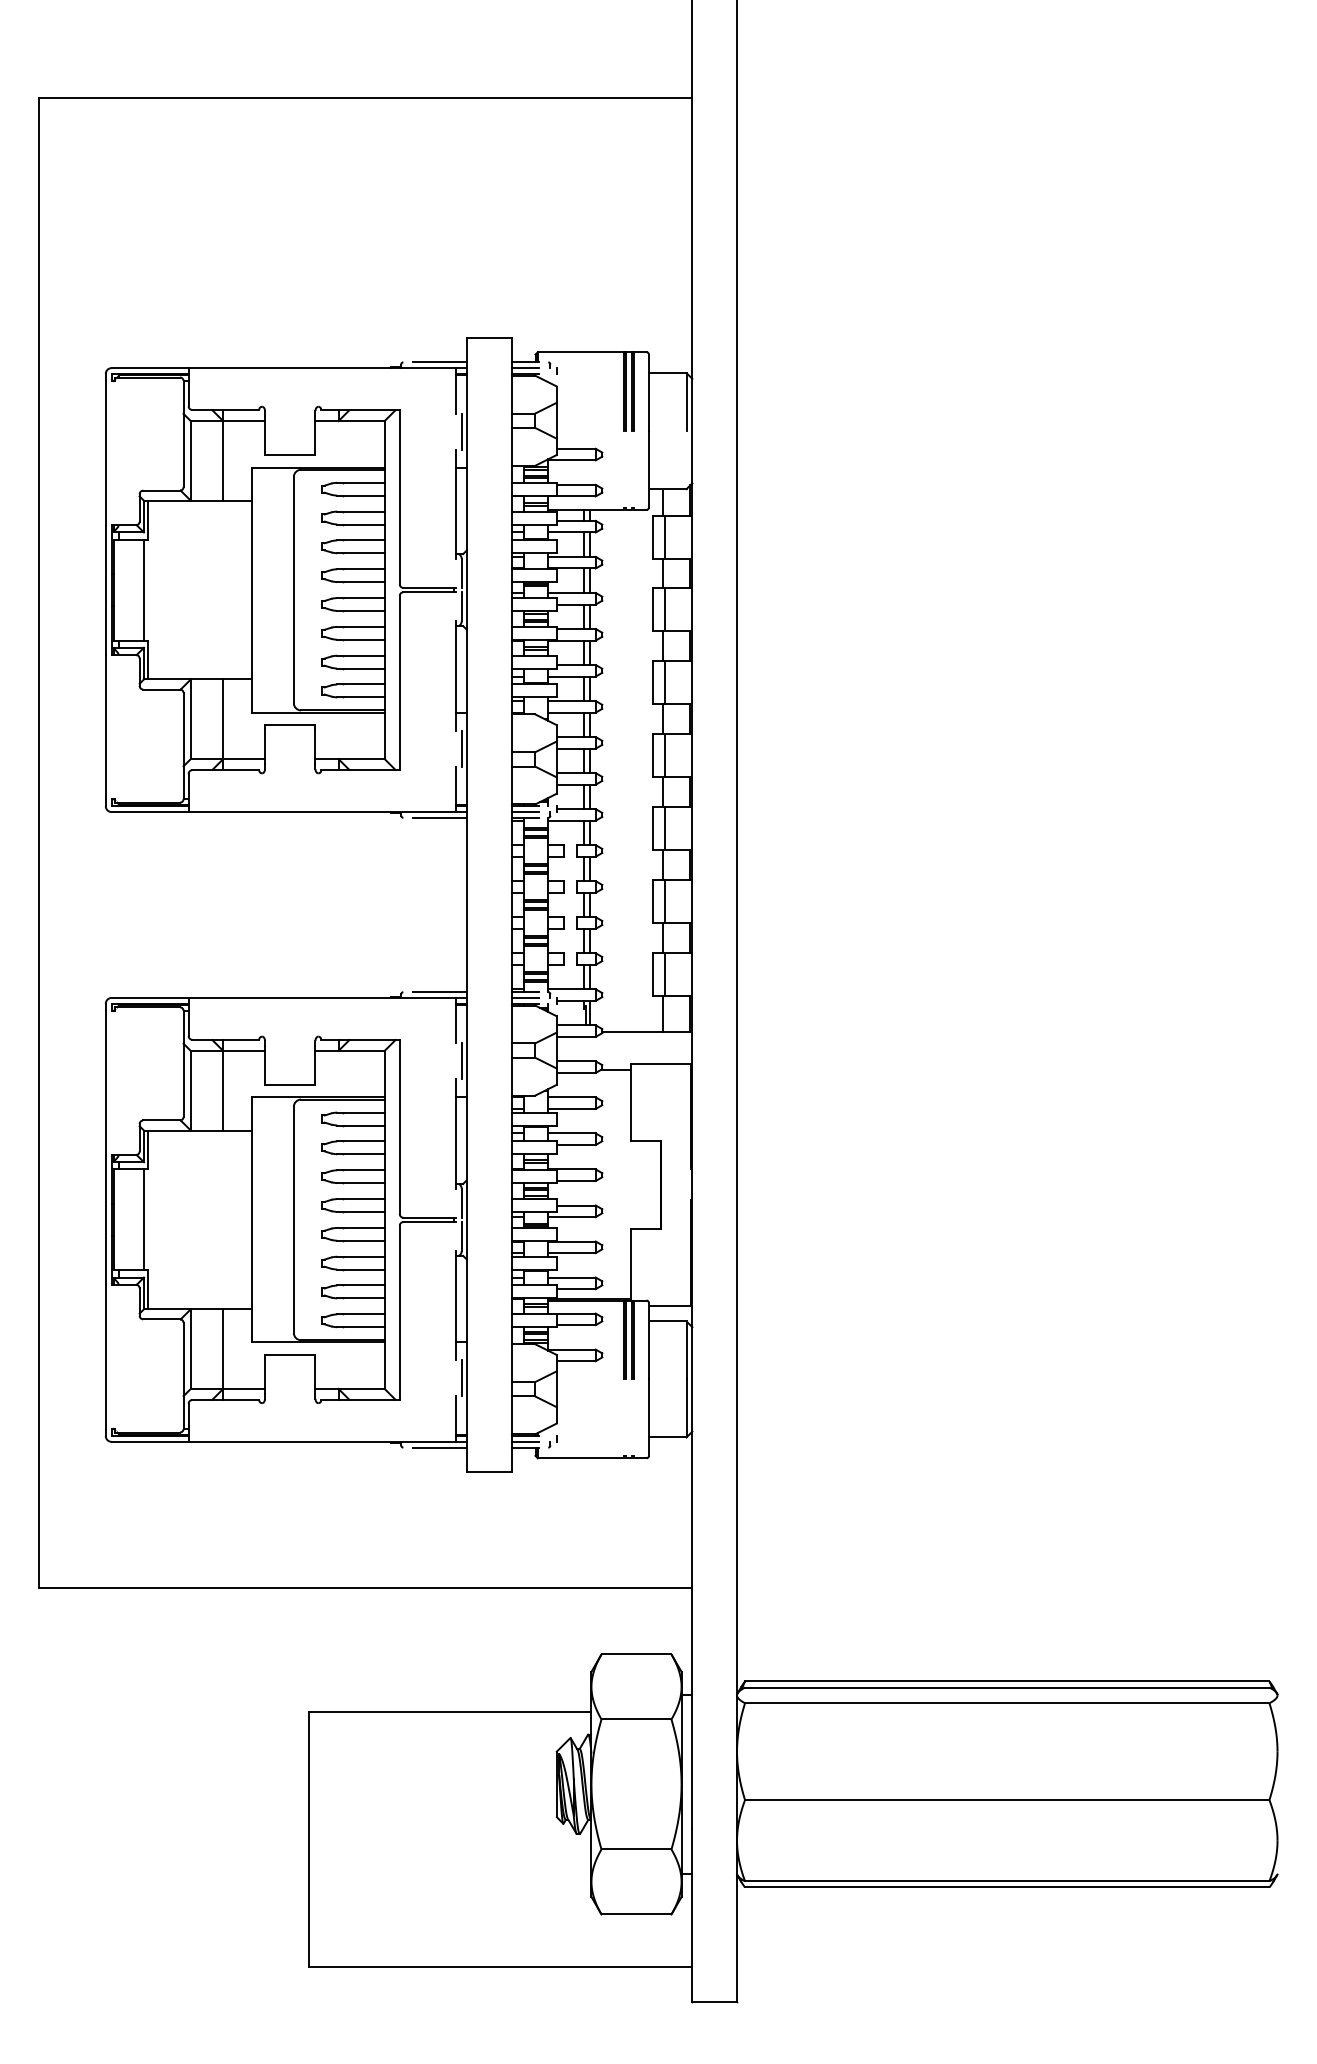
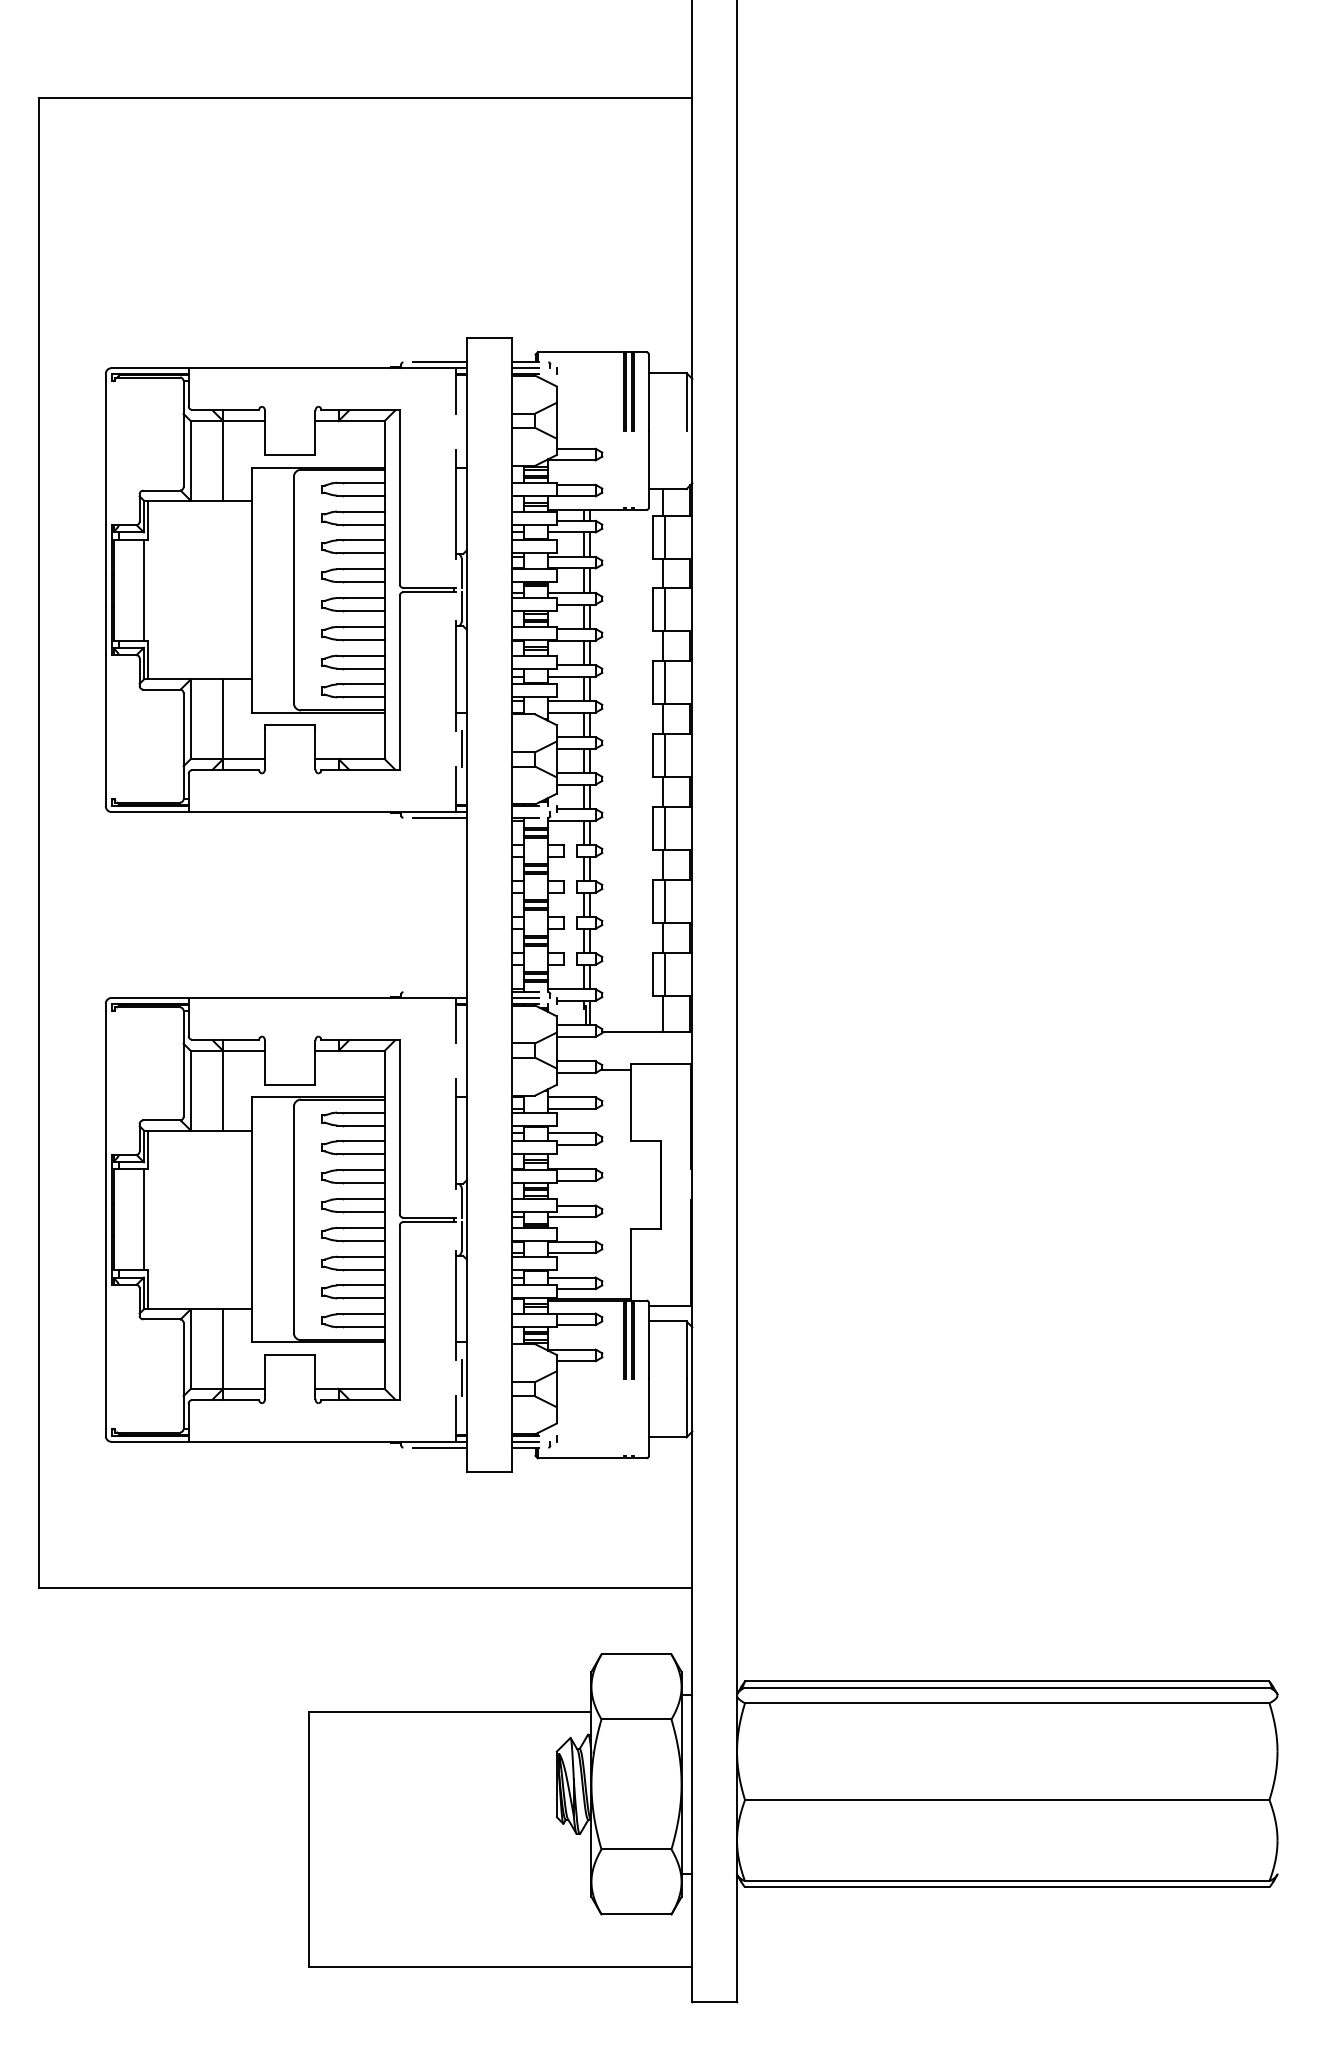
line at (461, 431): present -> none
line at (525, 812): present -> none
line at (439, 992): present -> none
line at (461, 1061): present -> none
